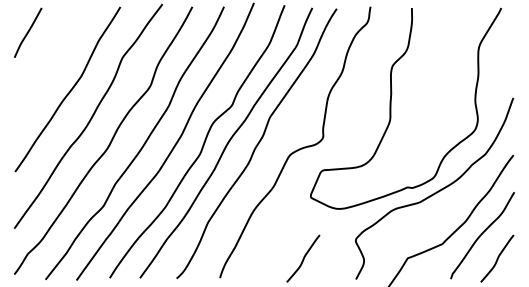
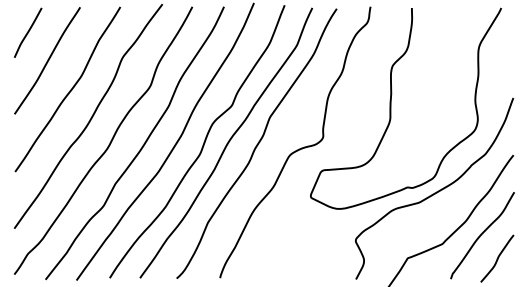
curve at (47, 60): none -> present
curve at (303, 258): present -> none
